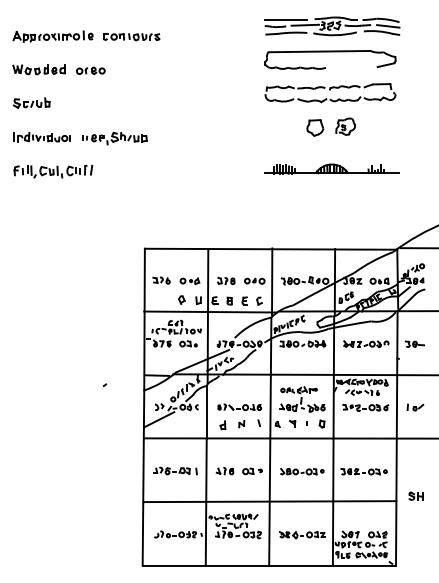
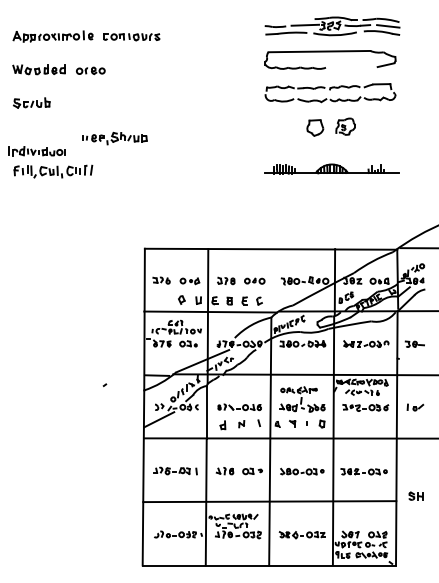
line at (286, 19): present -> none
part at (41, 137) position: (41, 137) -> (36, 151)
line at (272, 281): present -> none
